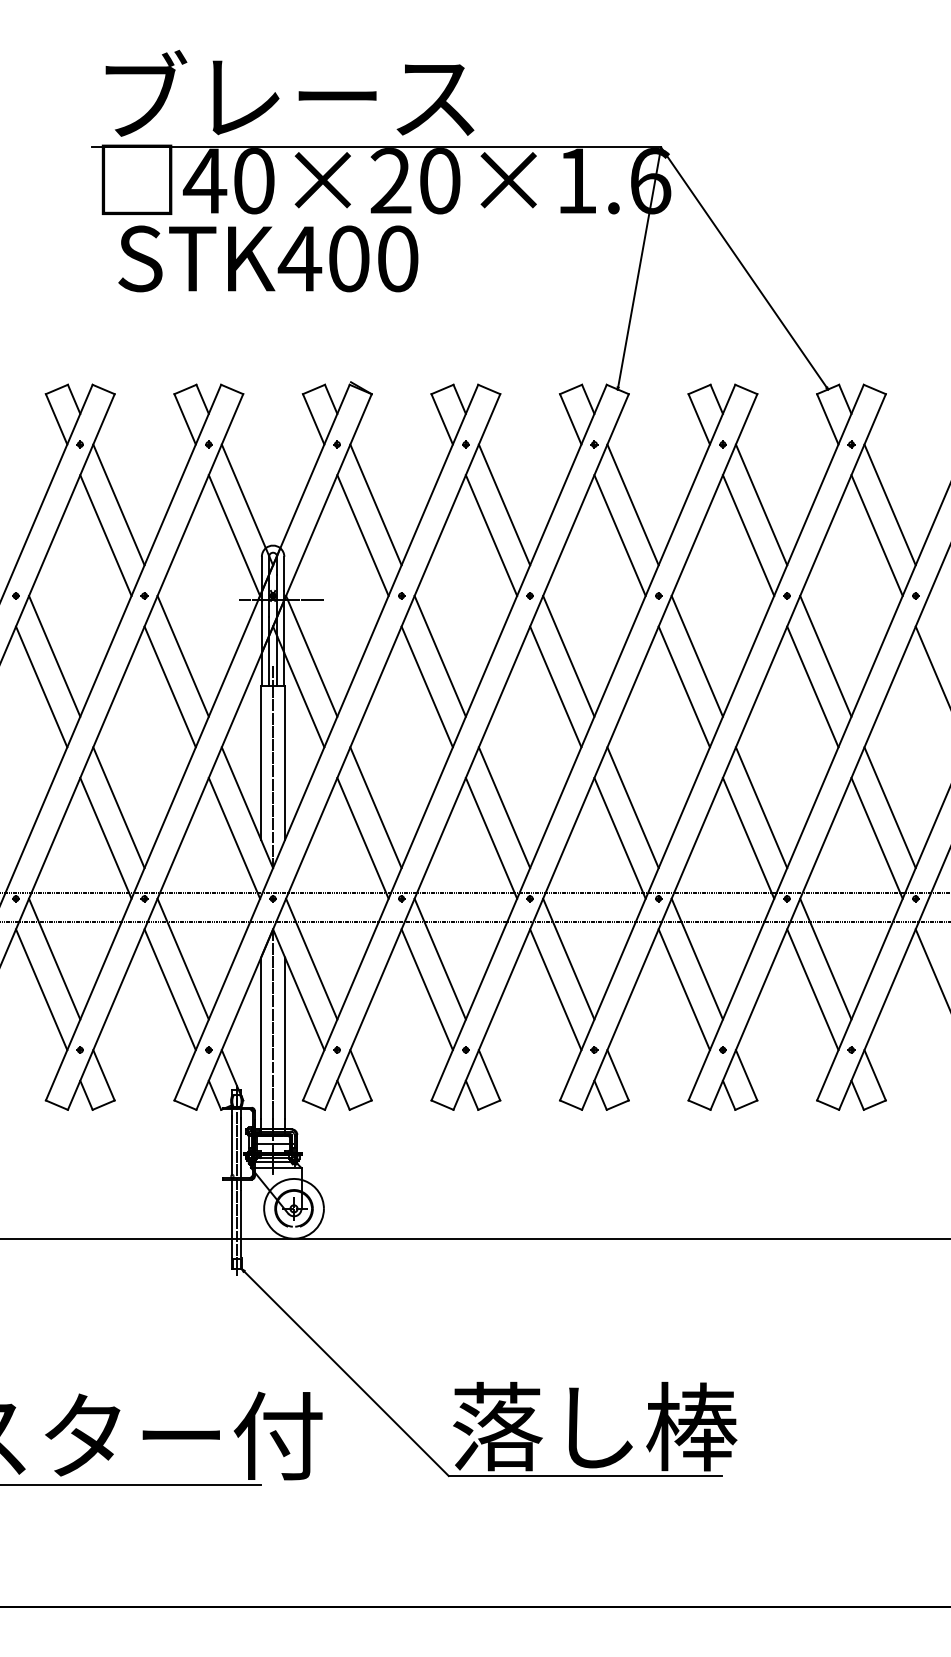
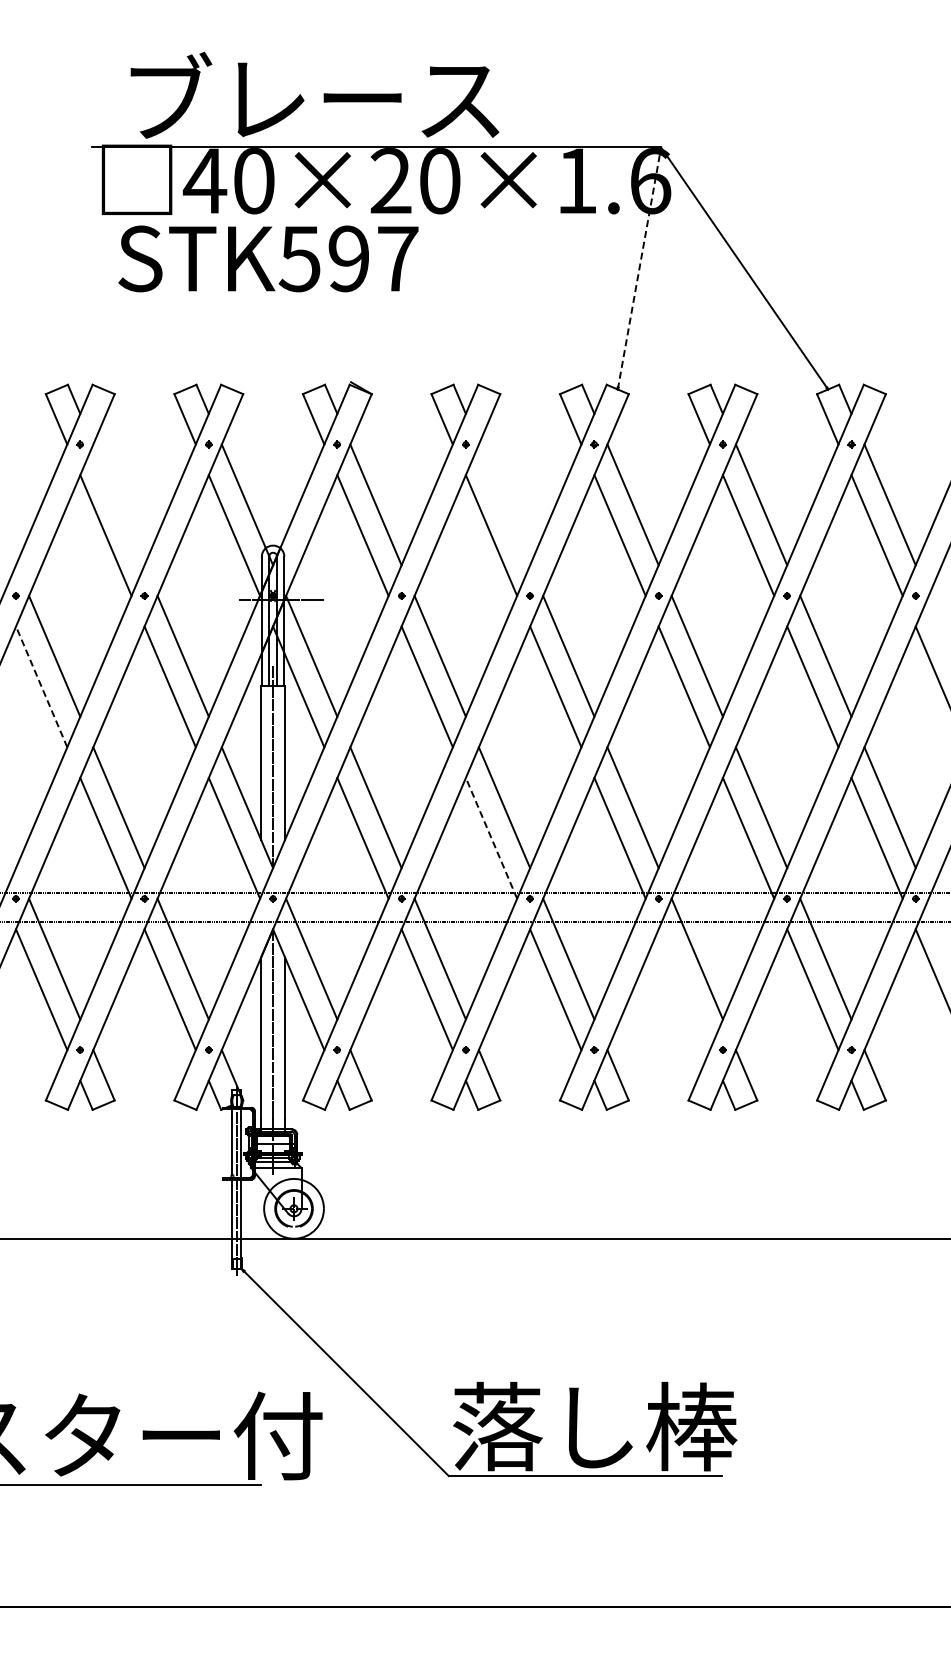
text at (289, 92) position: (289, 92) -> (314, 94)
text at (347, 258): STK400 -> STK597
line at (639, 268): solid -> dashed
line at (118, 504): present -> none
line at (504, 504): present -> none
line at (41, 686): solid -> dashed
line at (491, 838): solid -> dashed
line at (683, 989): present -> none
